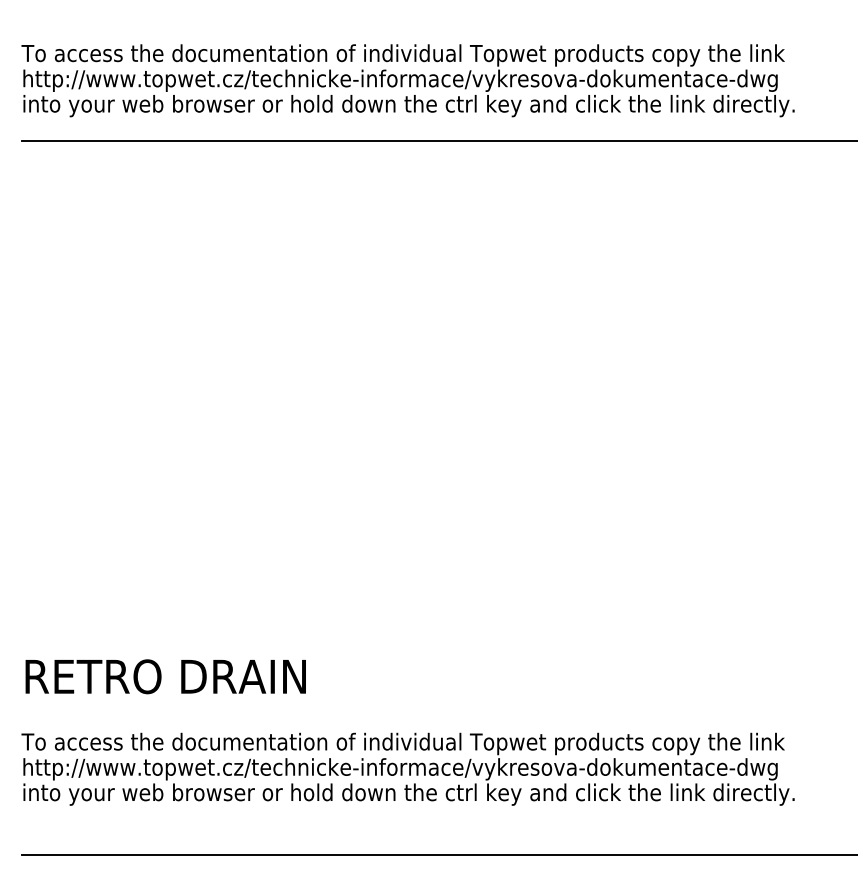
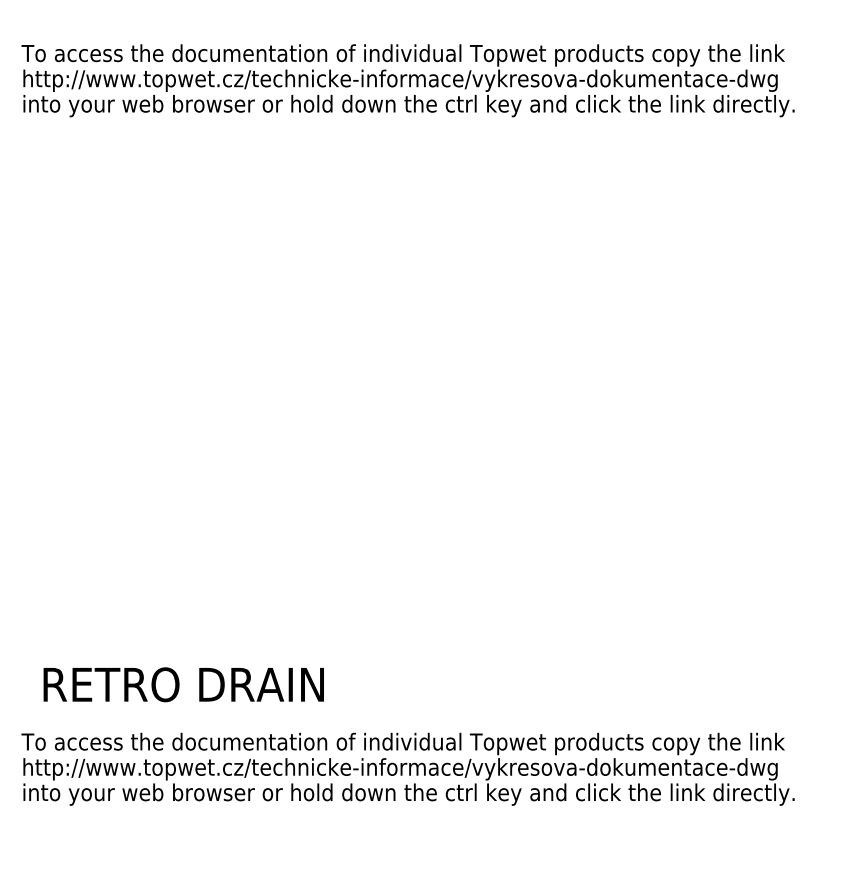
line at (437, 141): present -> none
text at (165, 676) position: (165, 676) -> (183, 684)
line at (437, 855): present -> none
